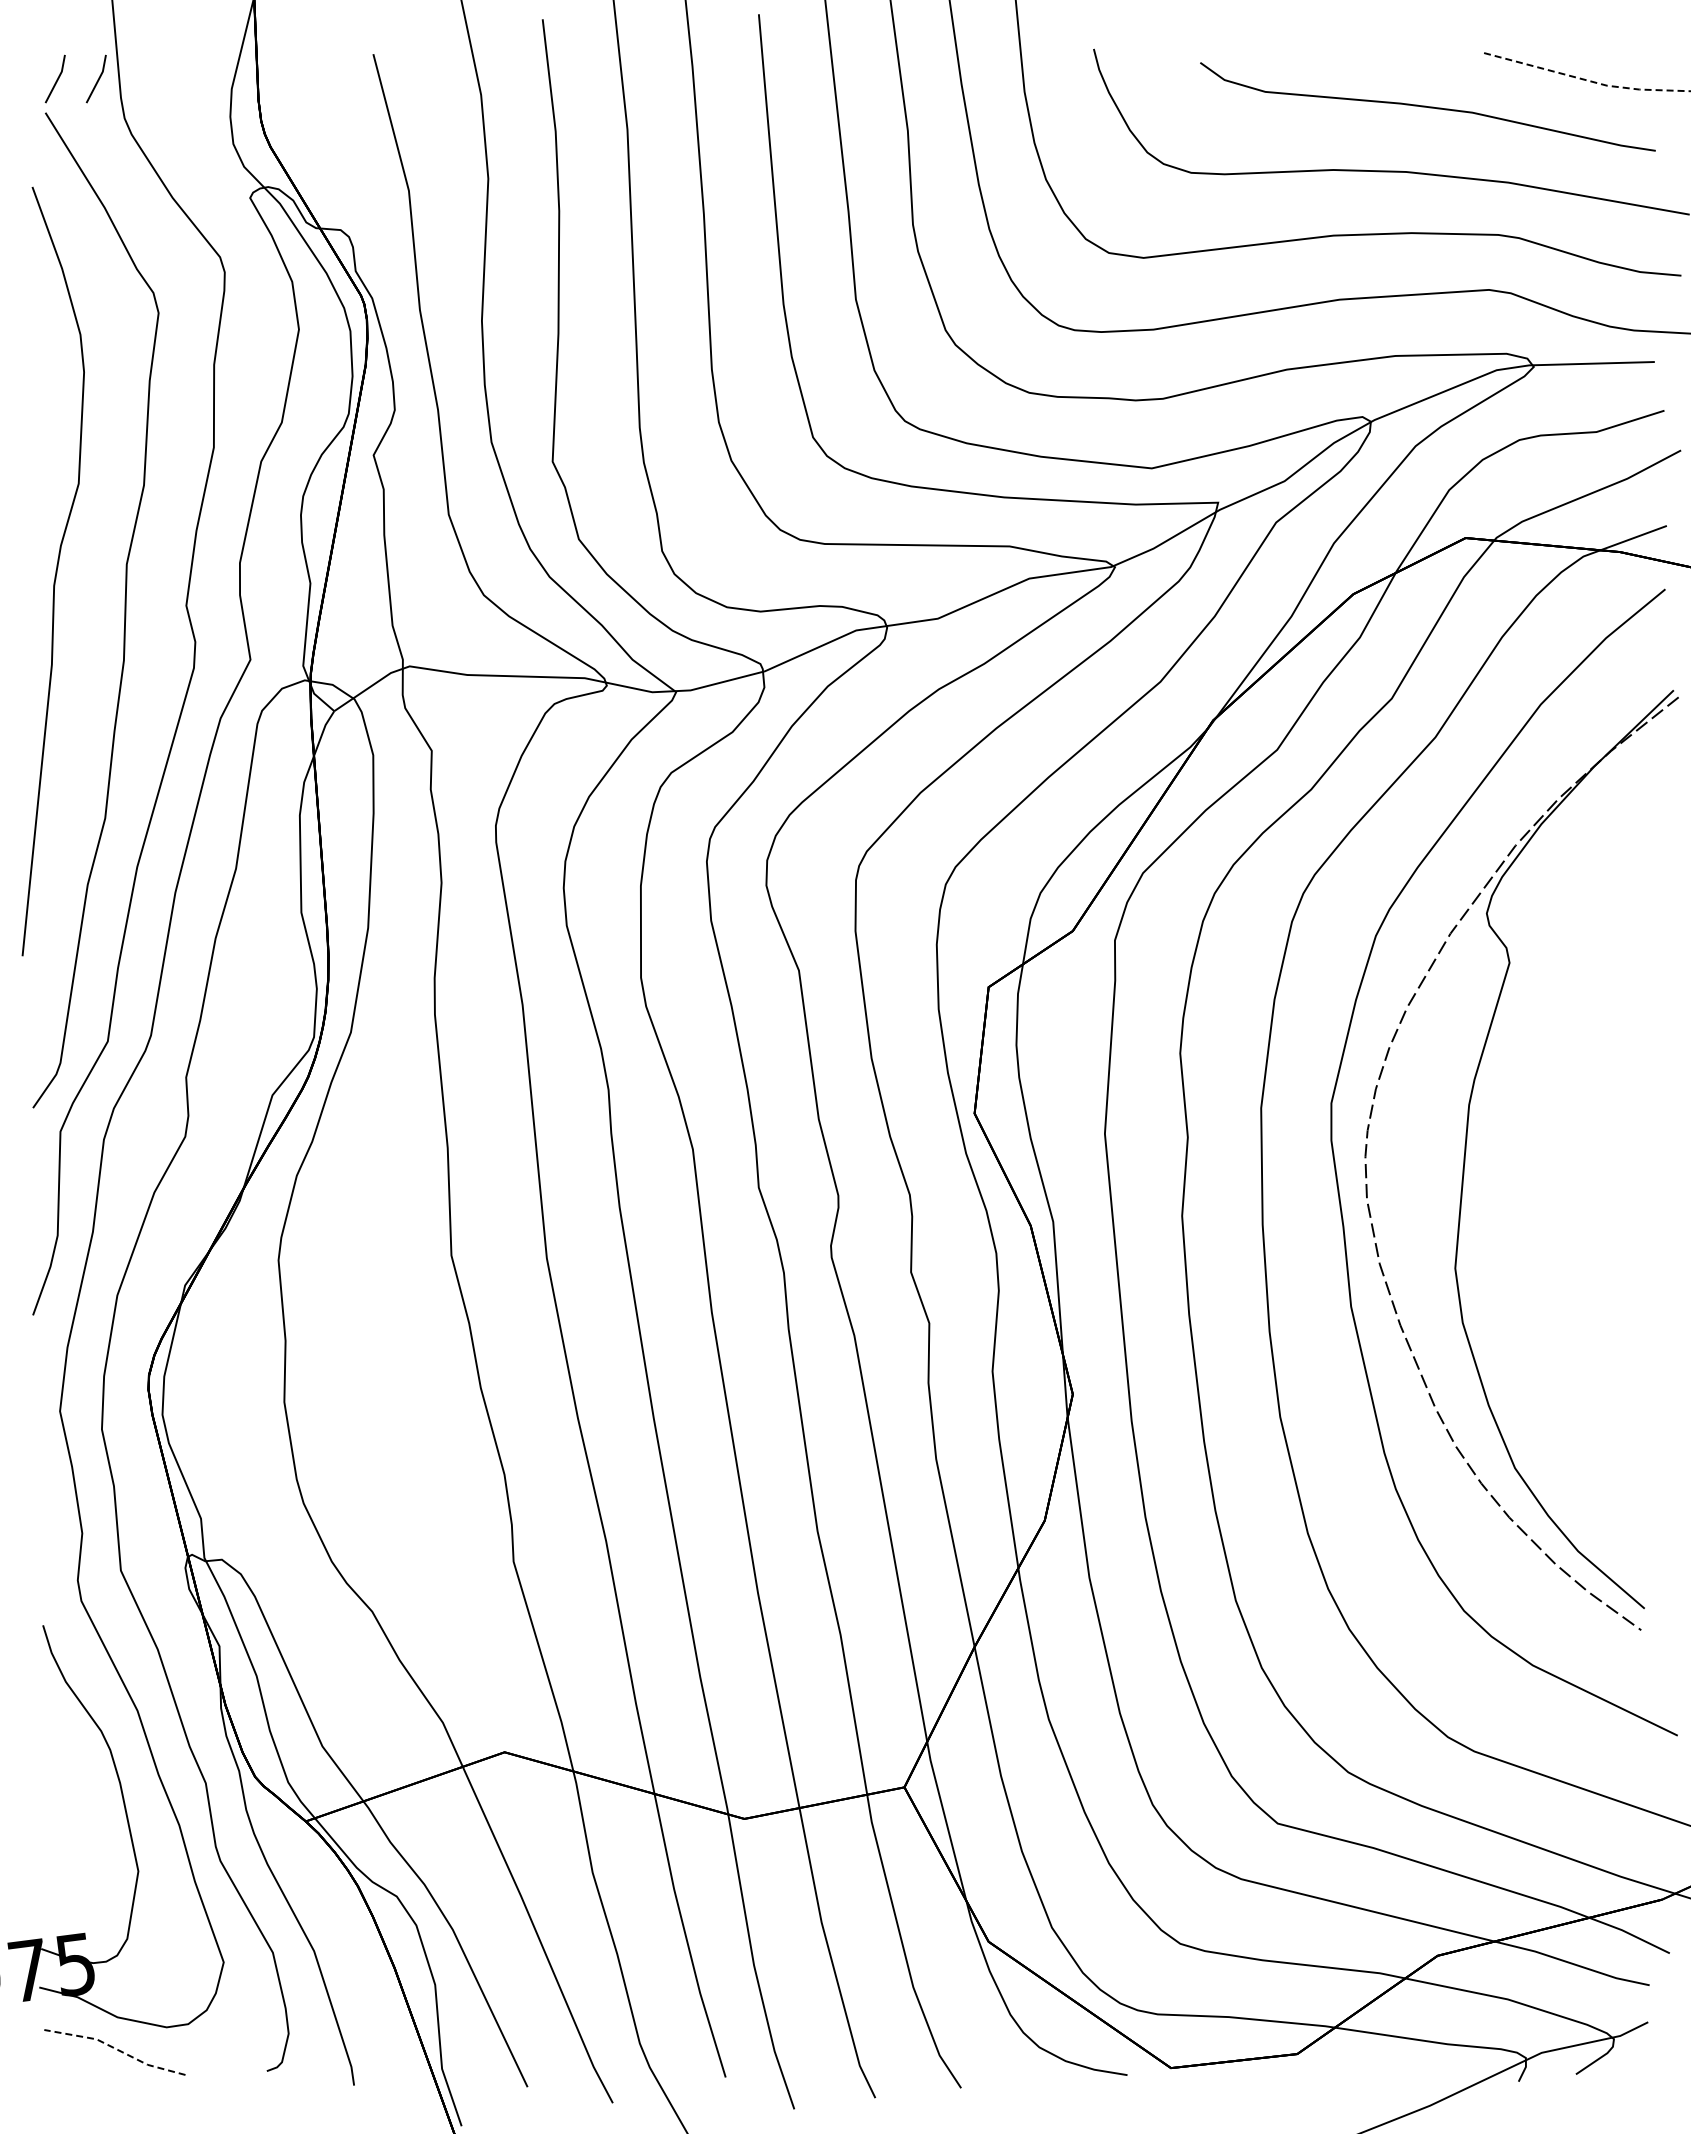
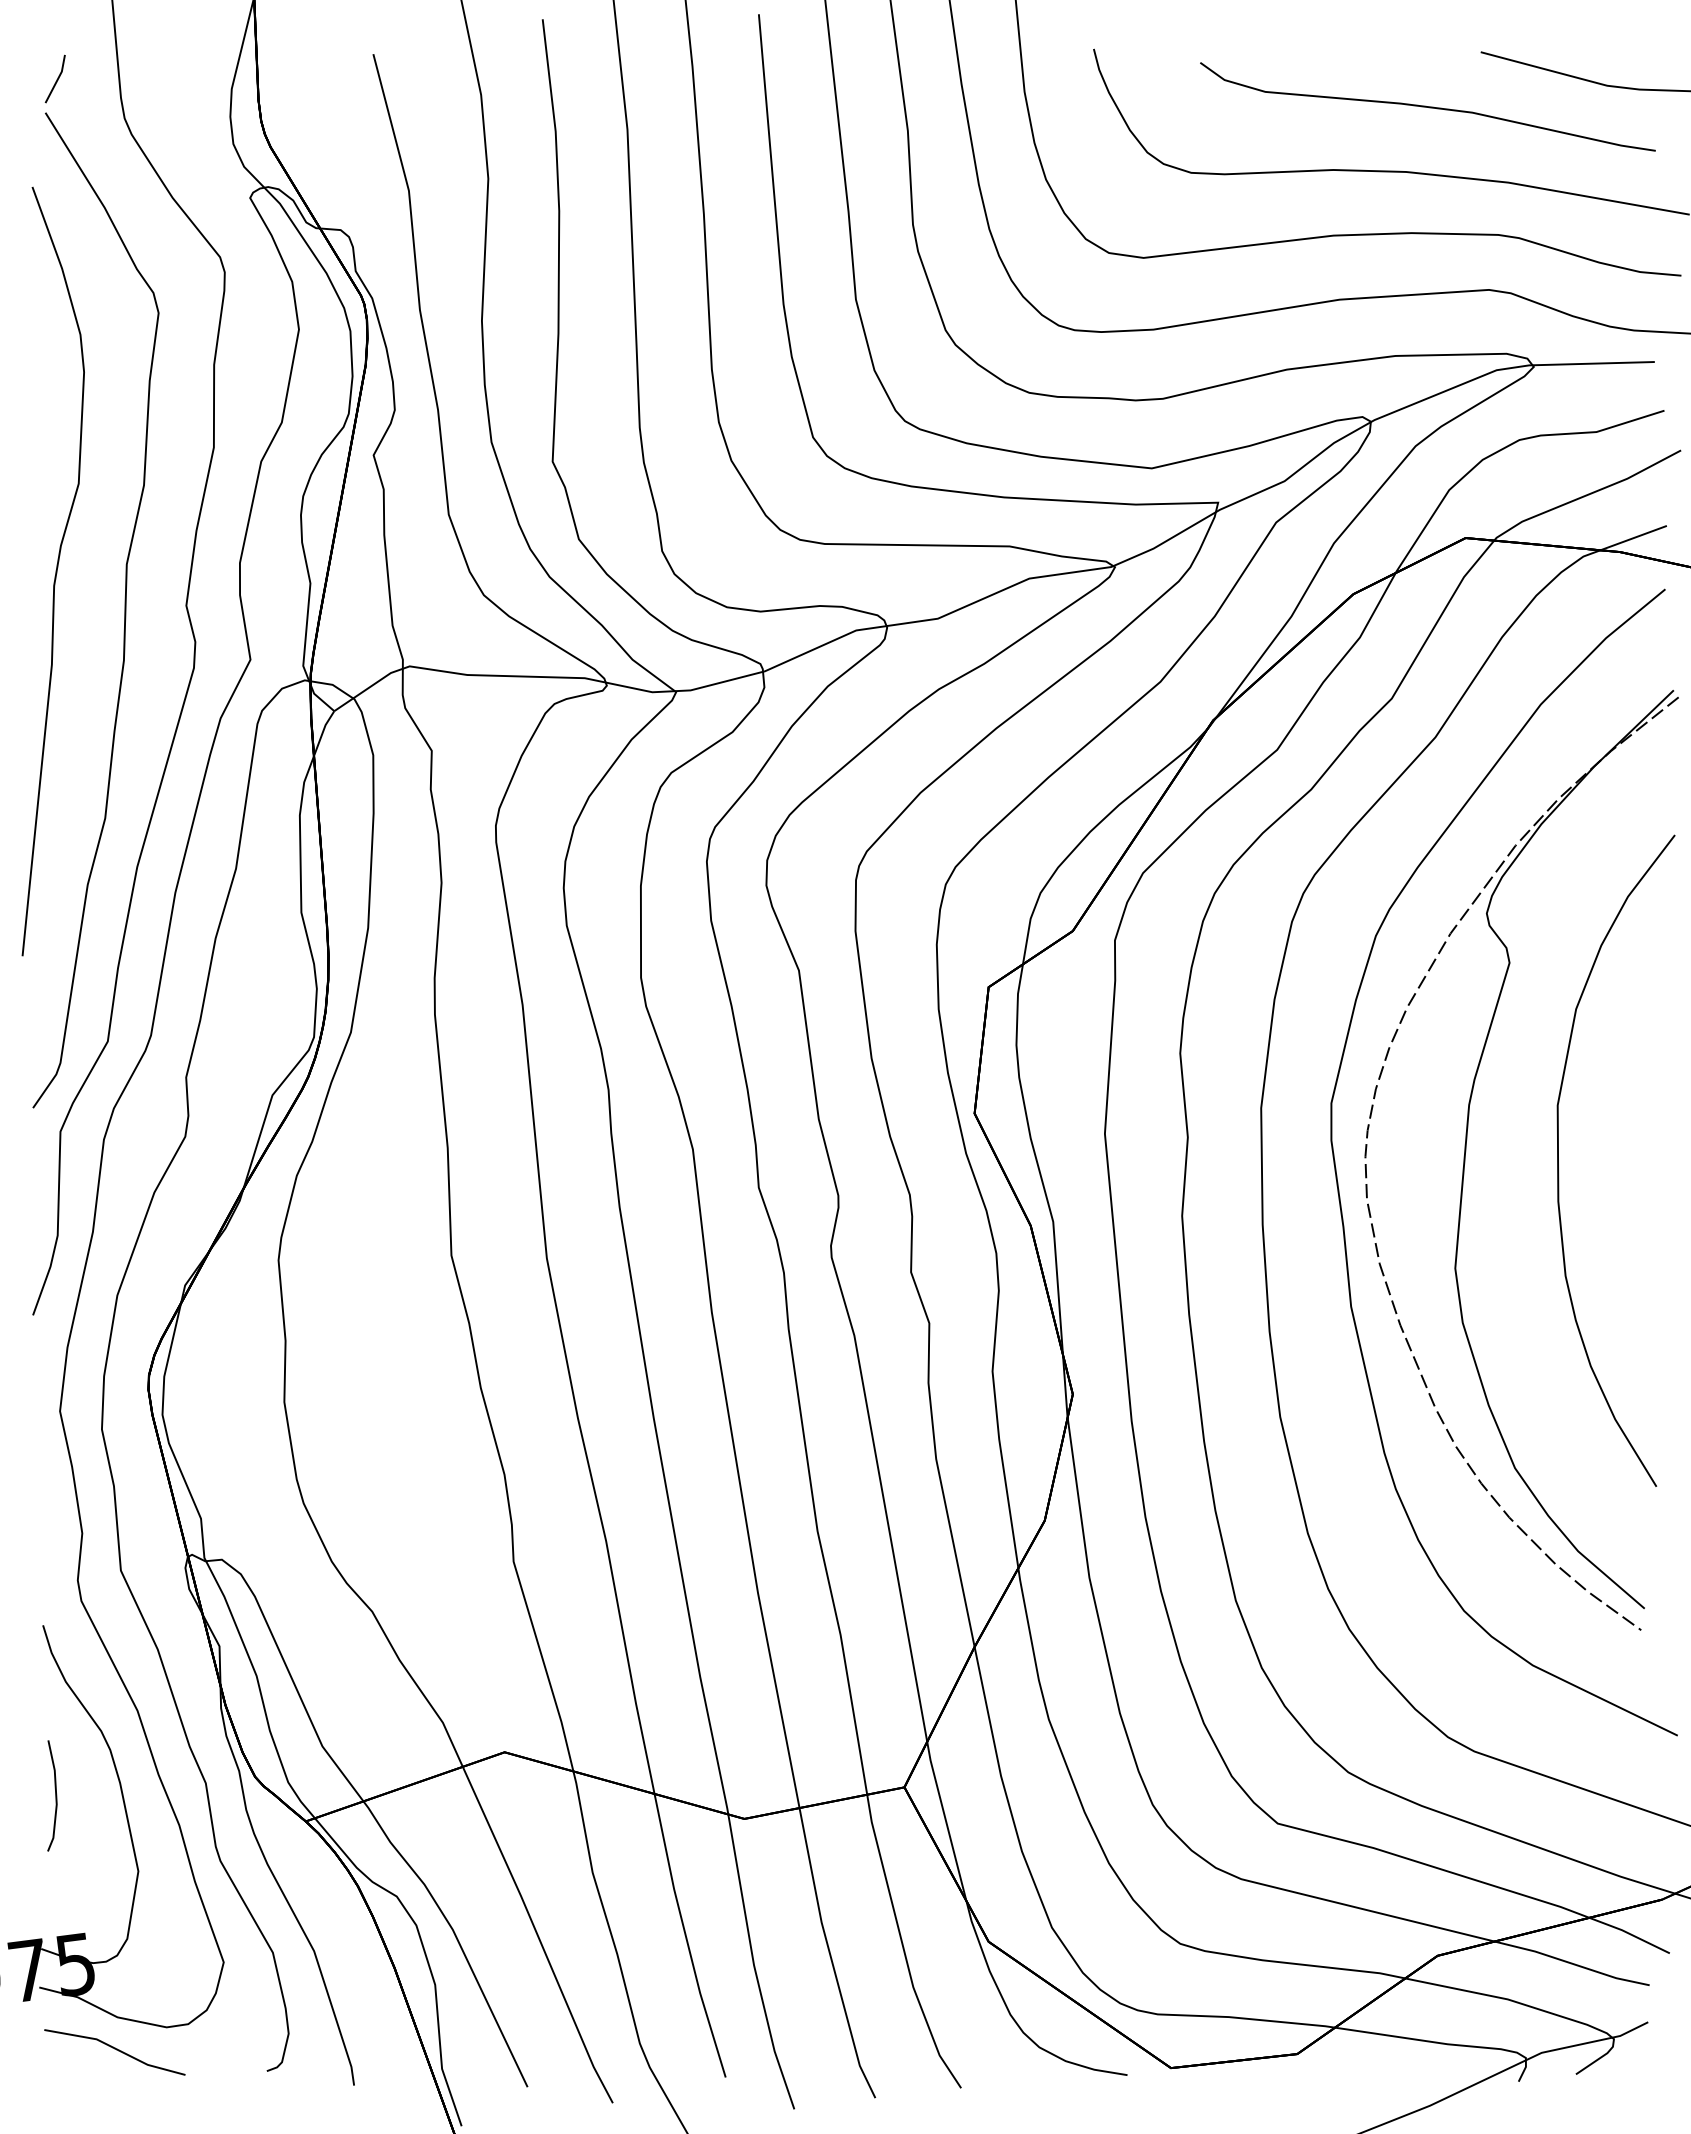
line at (97, 79): present -> none
line at (1585, 79): dashed -> solid
curve at (1558, 1160): none -> present
line at (55, 1795): none -> present
line at (116, 2049): dashed -> solid
